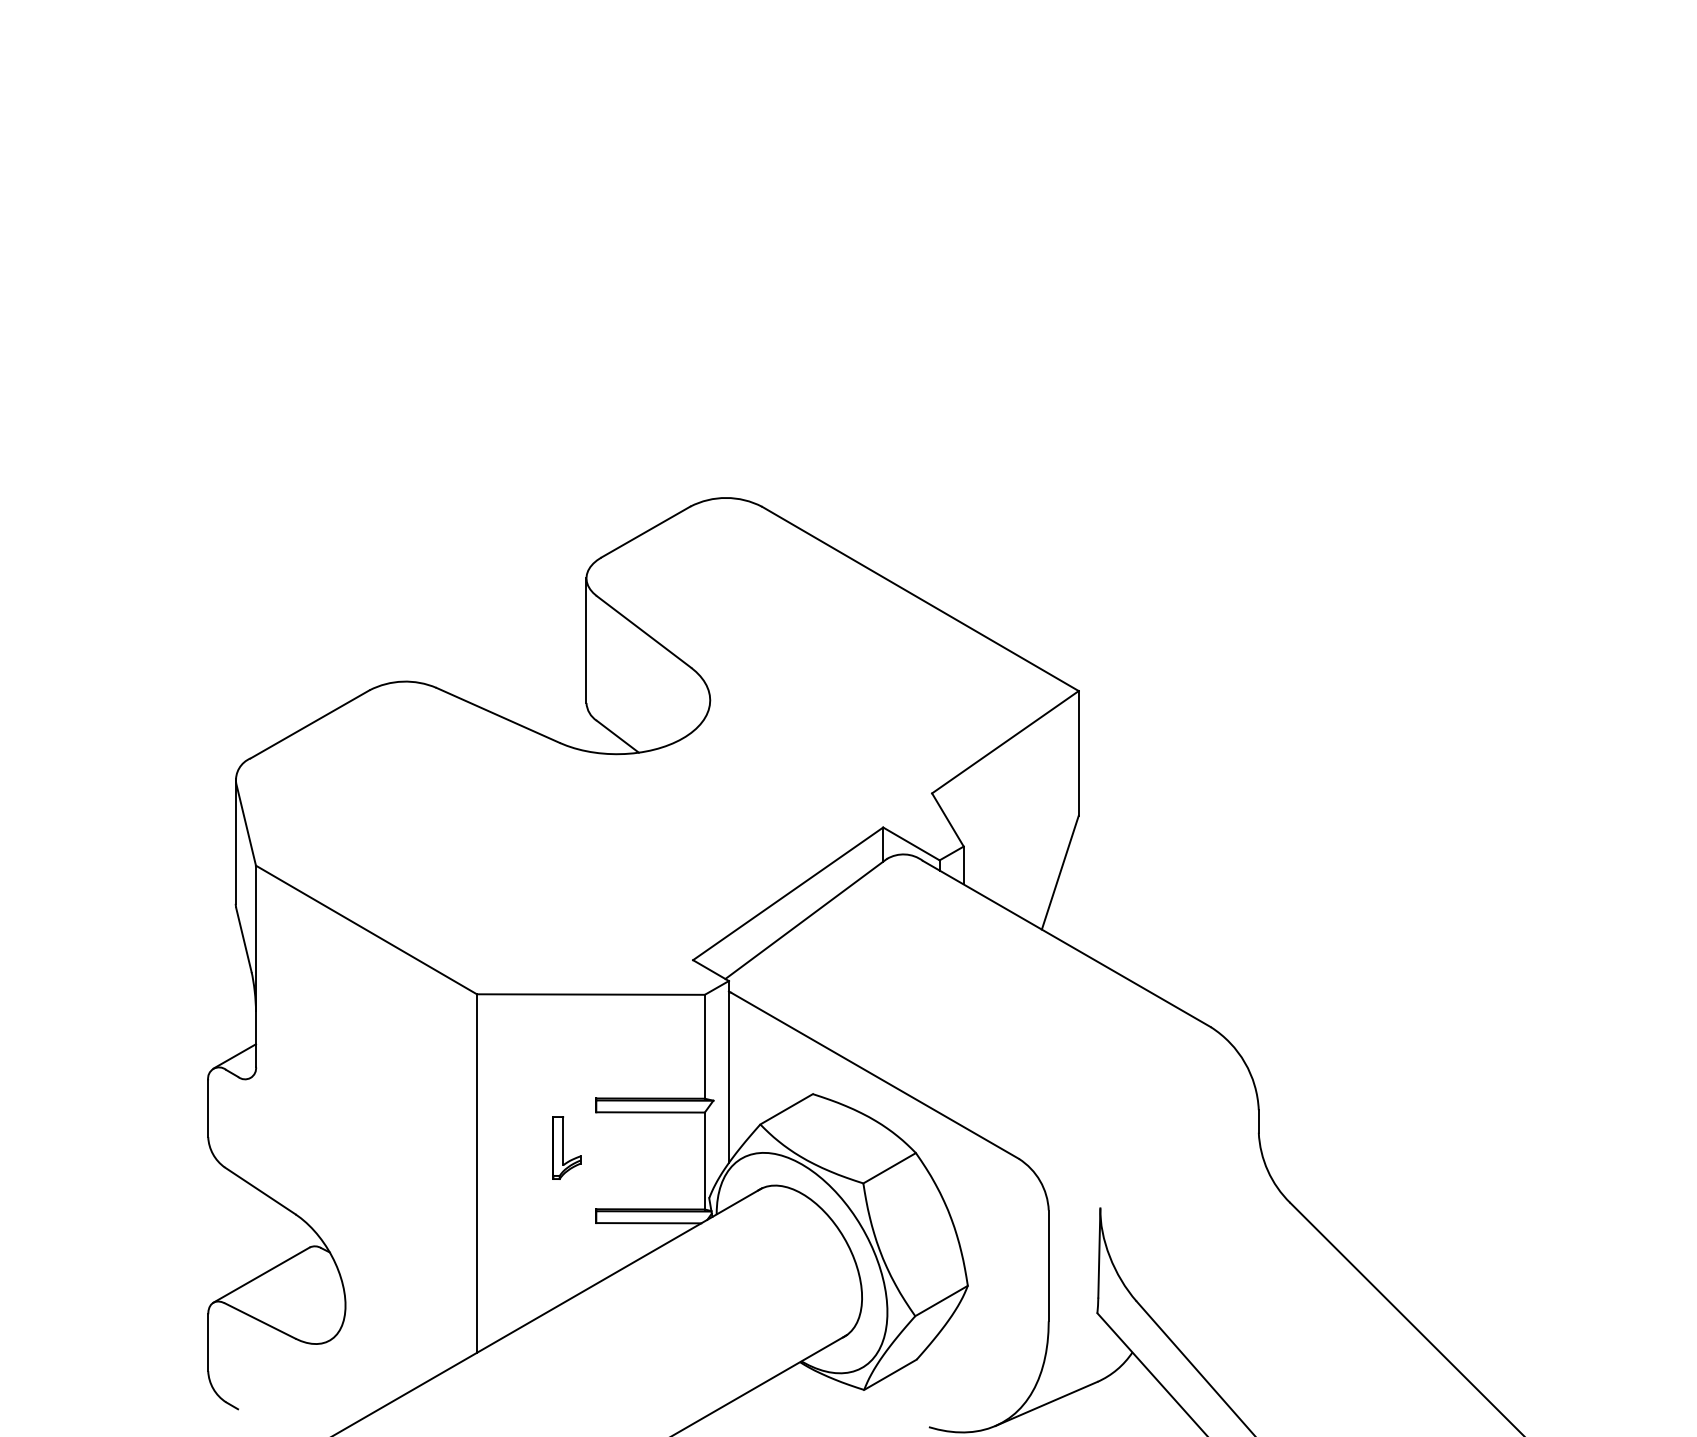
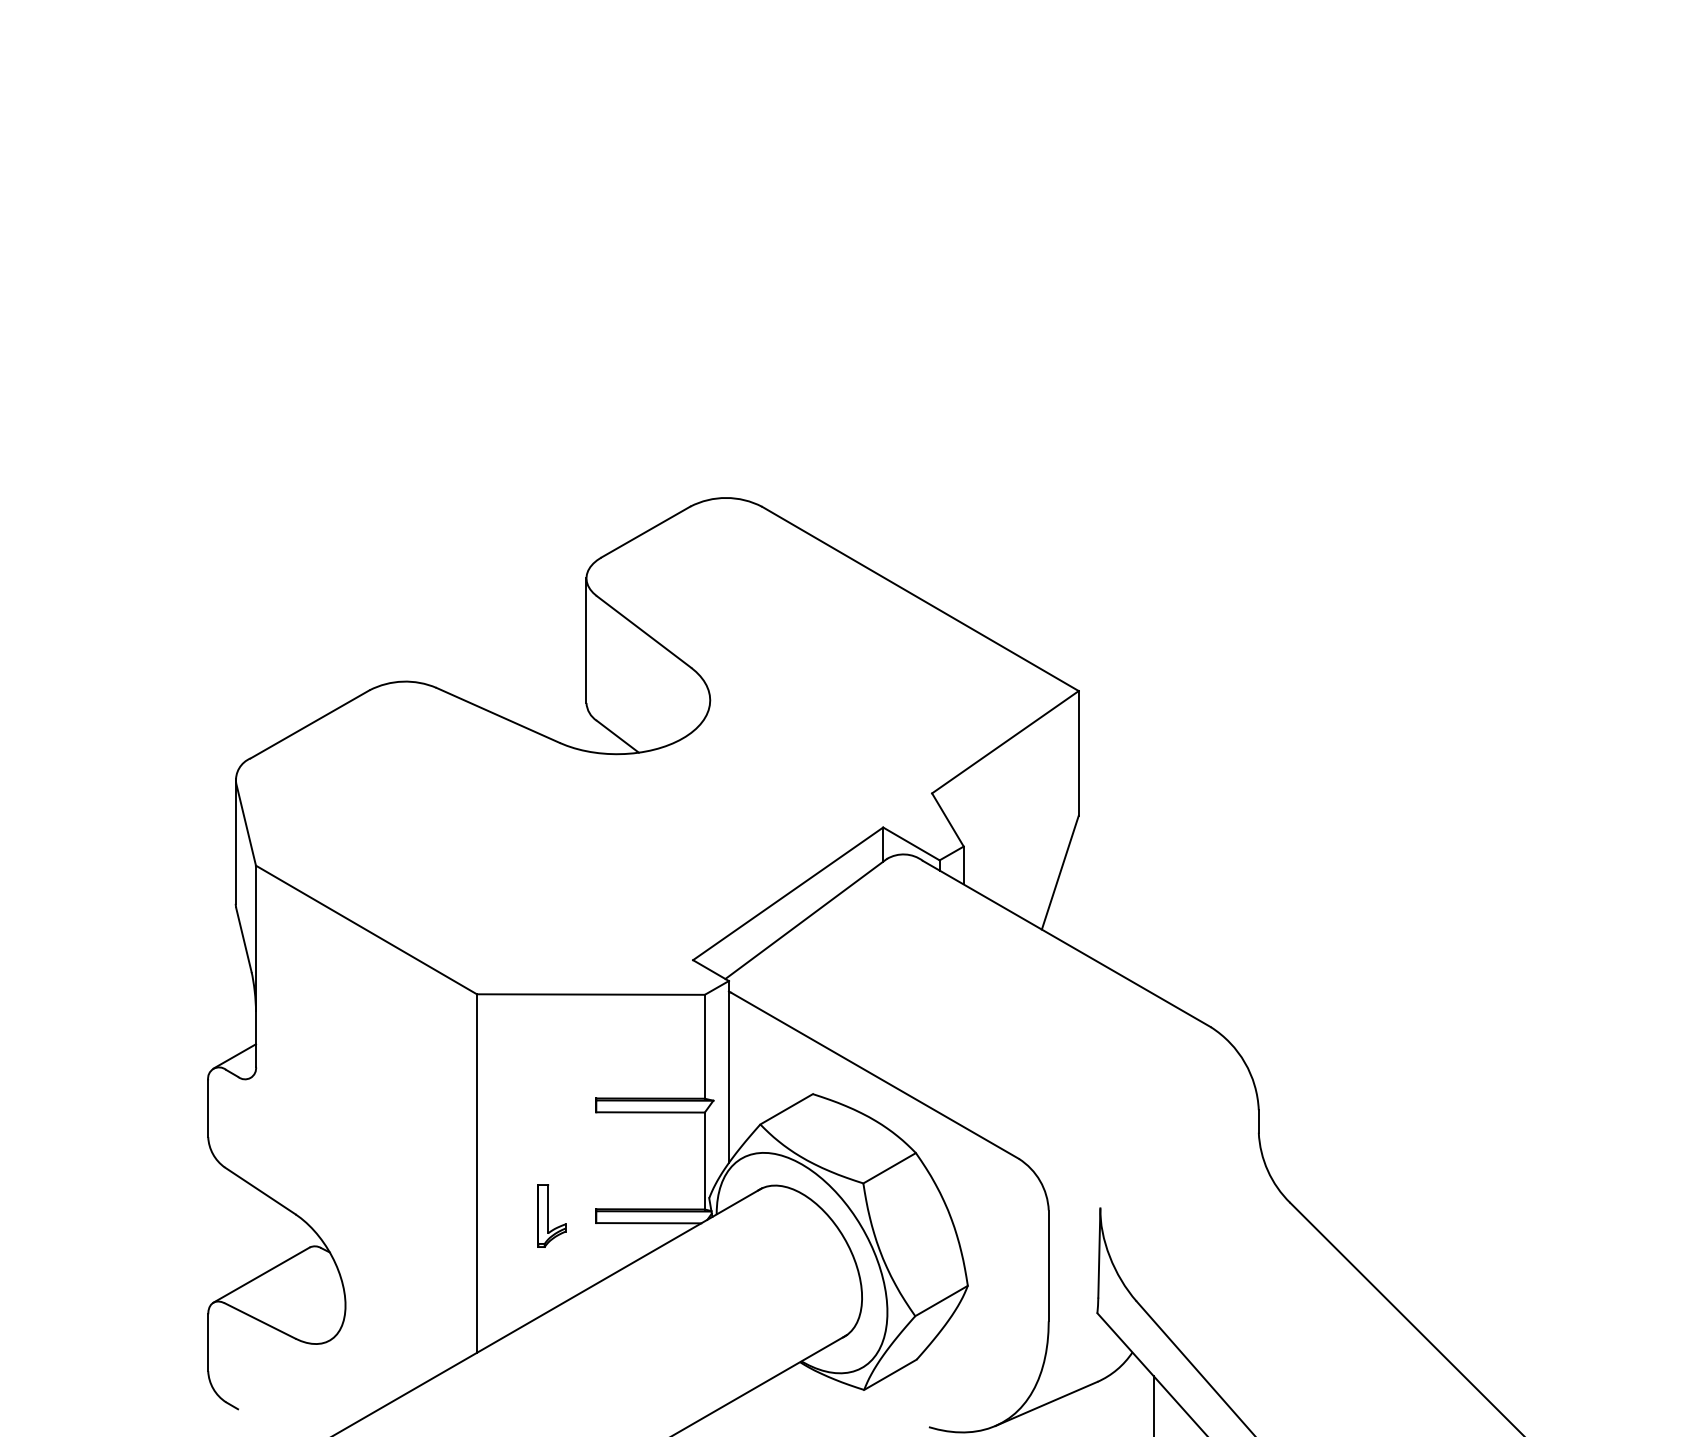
part at (566, 1147) position: (566, 1147) -> (551, 1215)
line at (1153, 1404): none -> present
